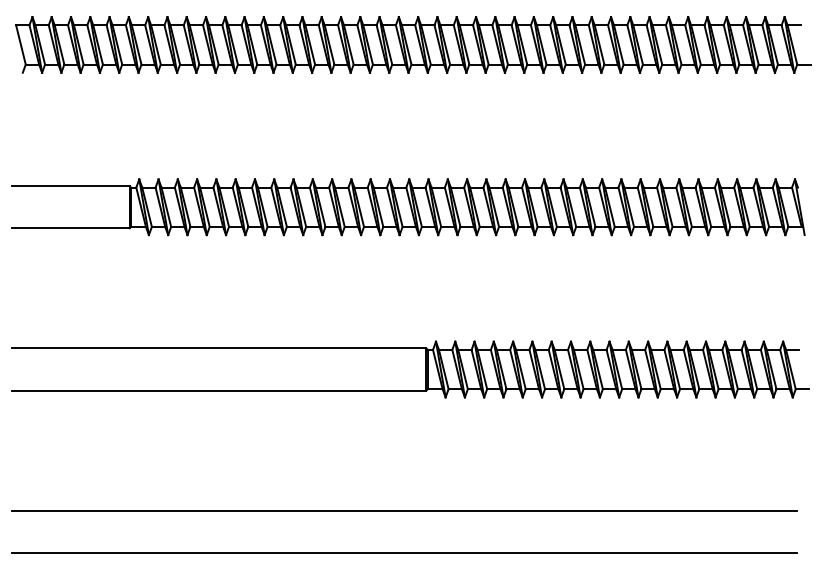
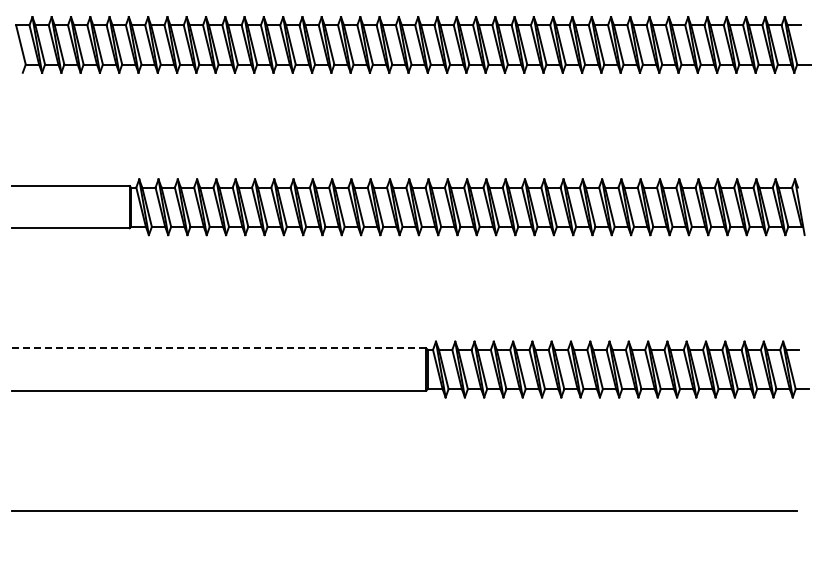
line at (219, 348): solid -> dashed
line at (404, 552): present -> none
